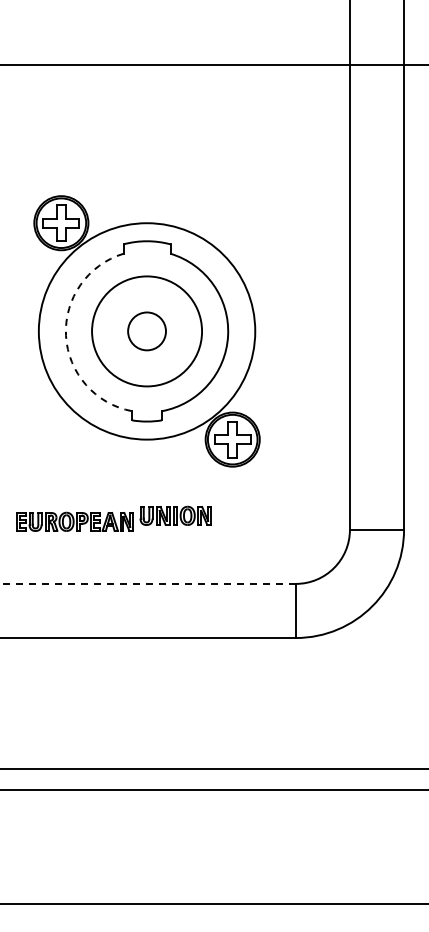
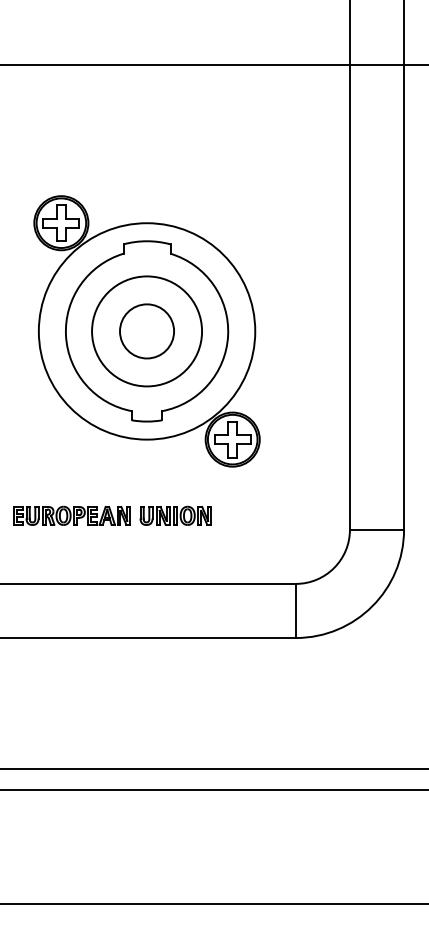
circle at (146, 331) diameter: 38 px -> 54 px
arc at (66, 335): dashed -> solid
part at (74, 521) position: (74, 521) -> (71, 515)
line at (147, 583): dashed -> solid
